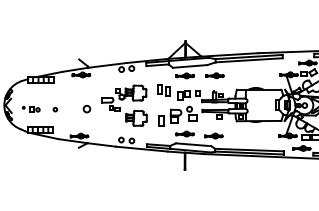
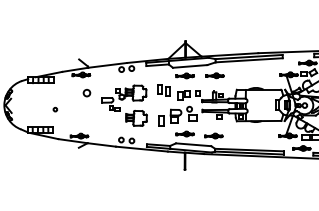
part at (30, 109): present -> none
circle at (86, 109) position: (86, 109) -> (86, 93)
